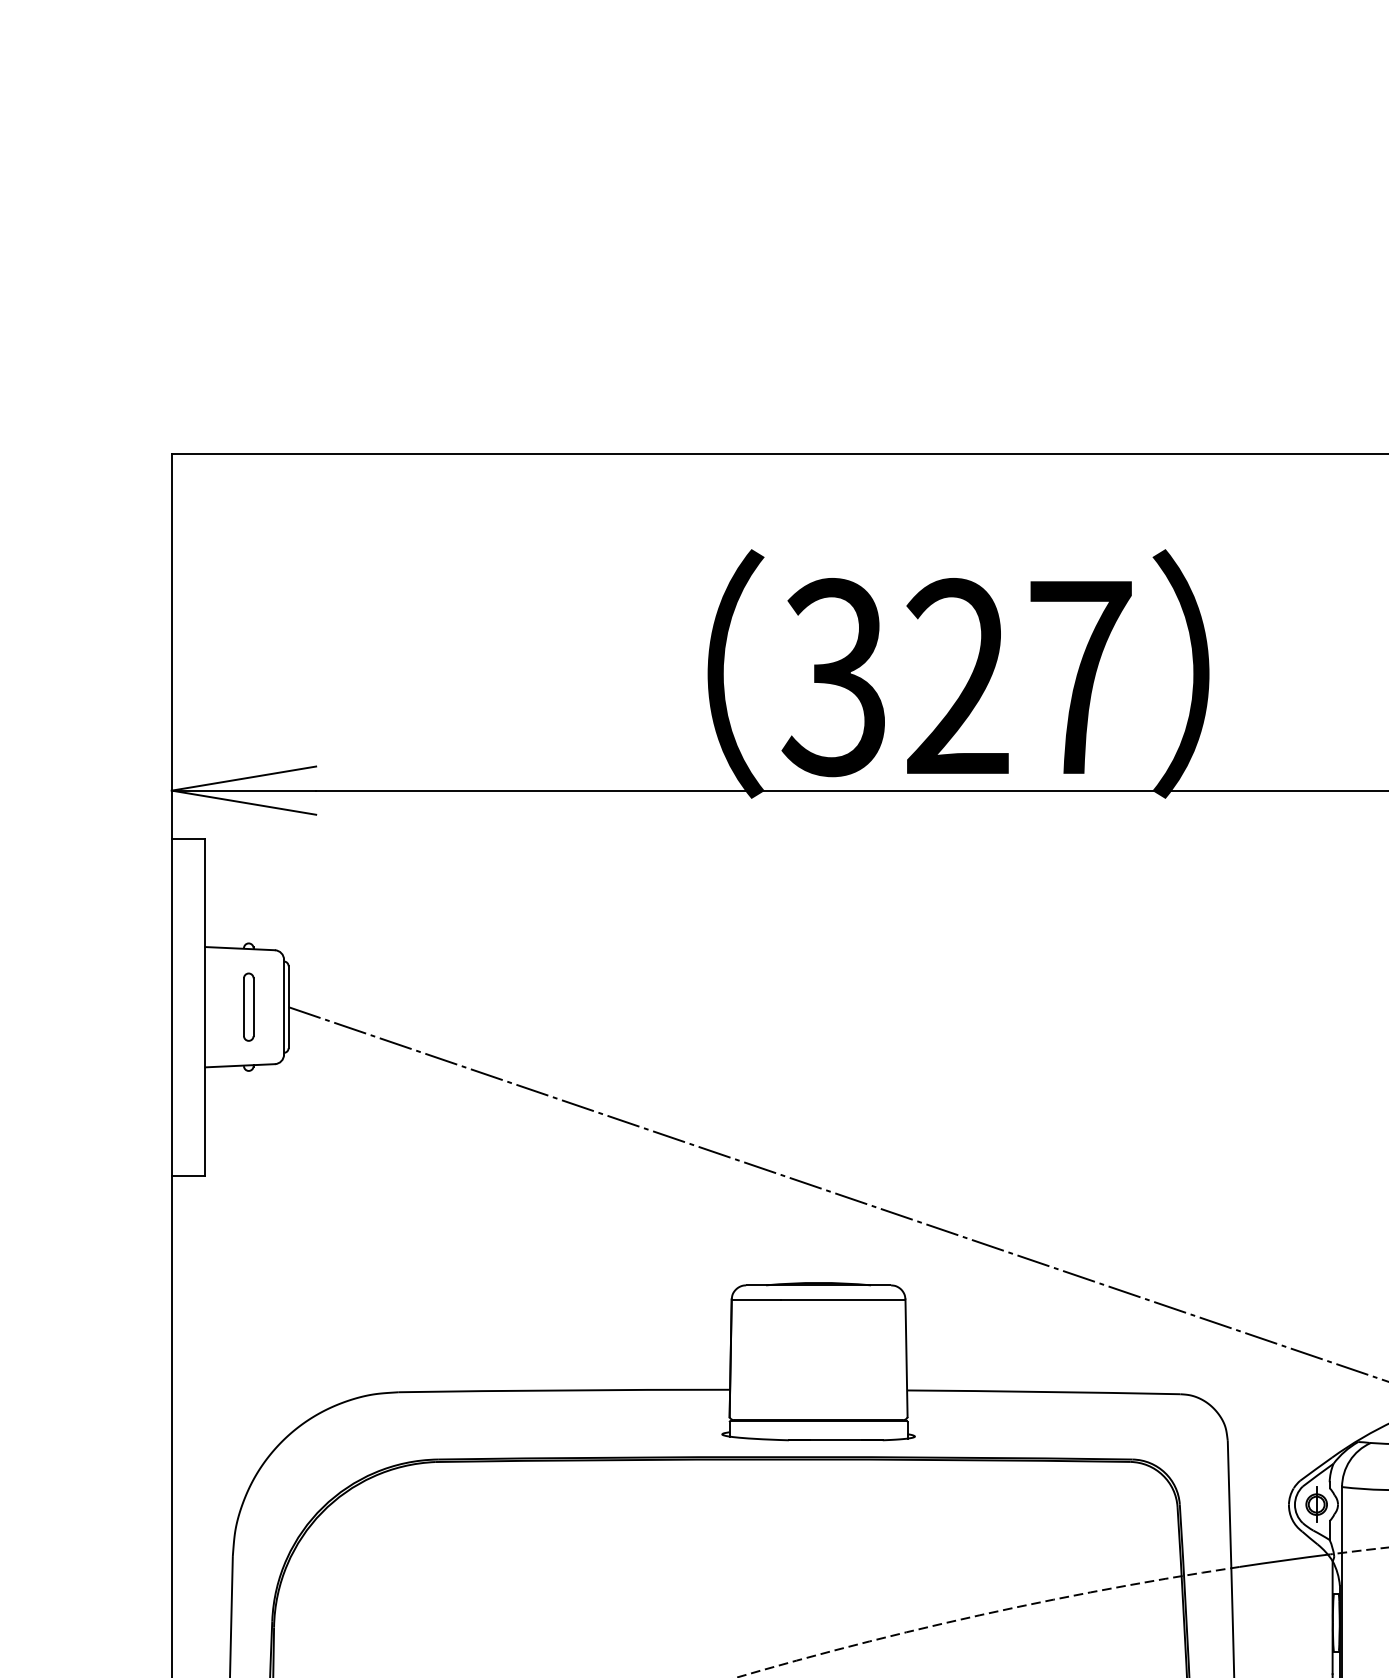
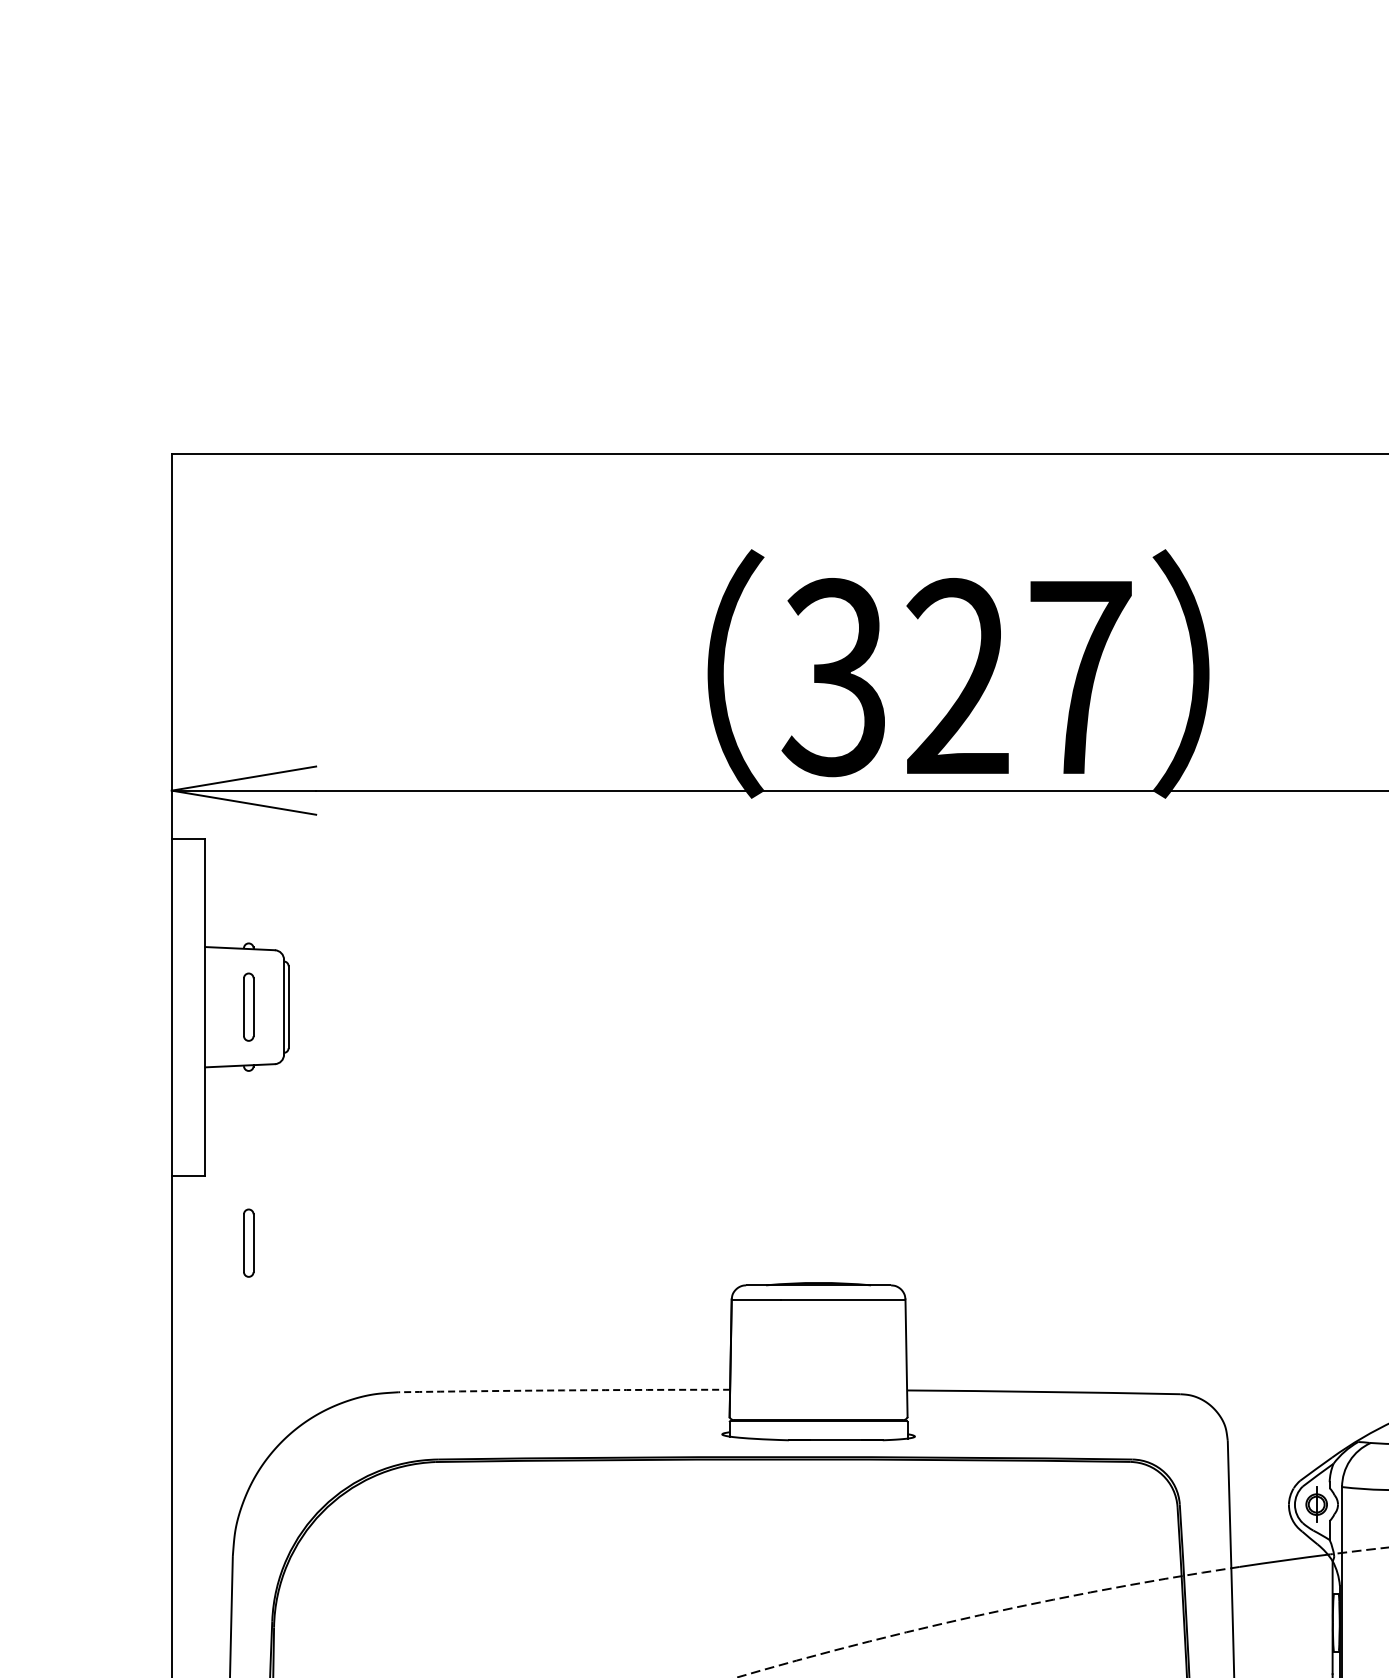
line at (836, 1193): present -> none
part at (248, 1242): none -> present
arc at (564, 1390): solid -> dashed
